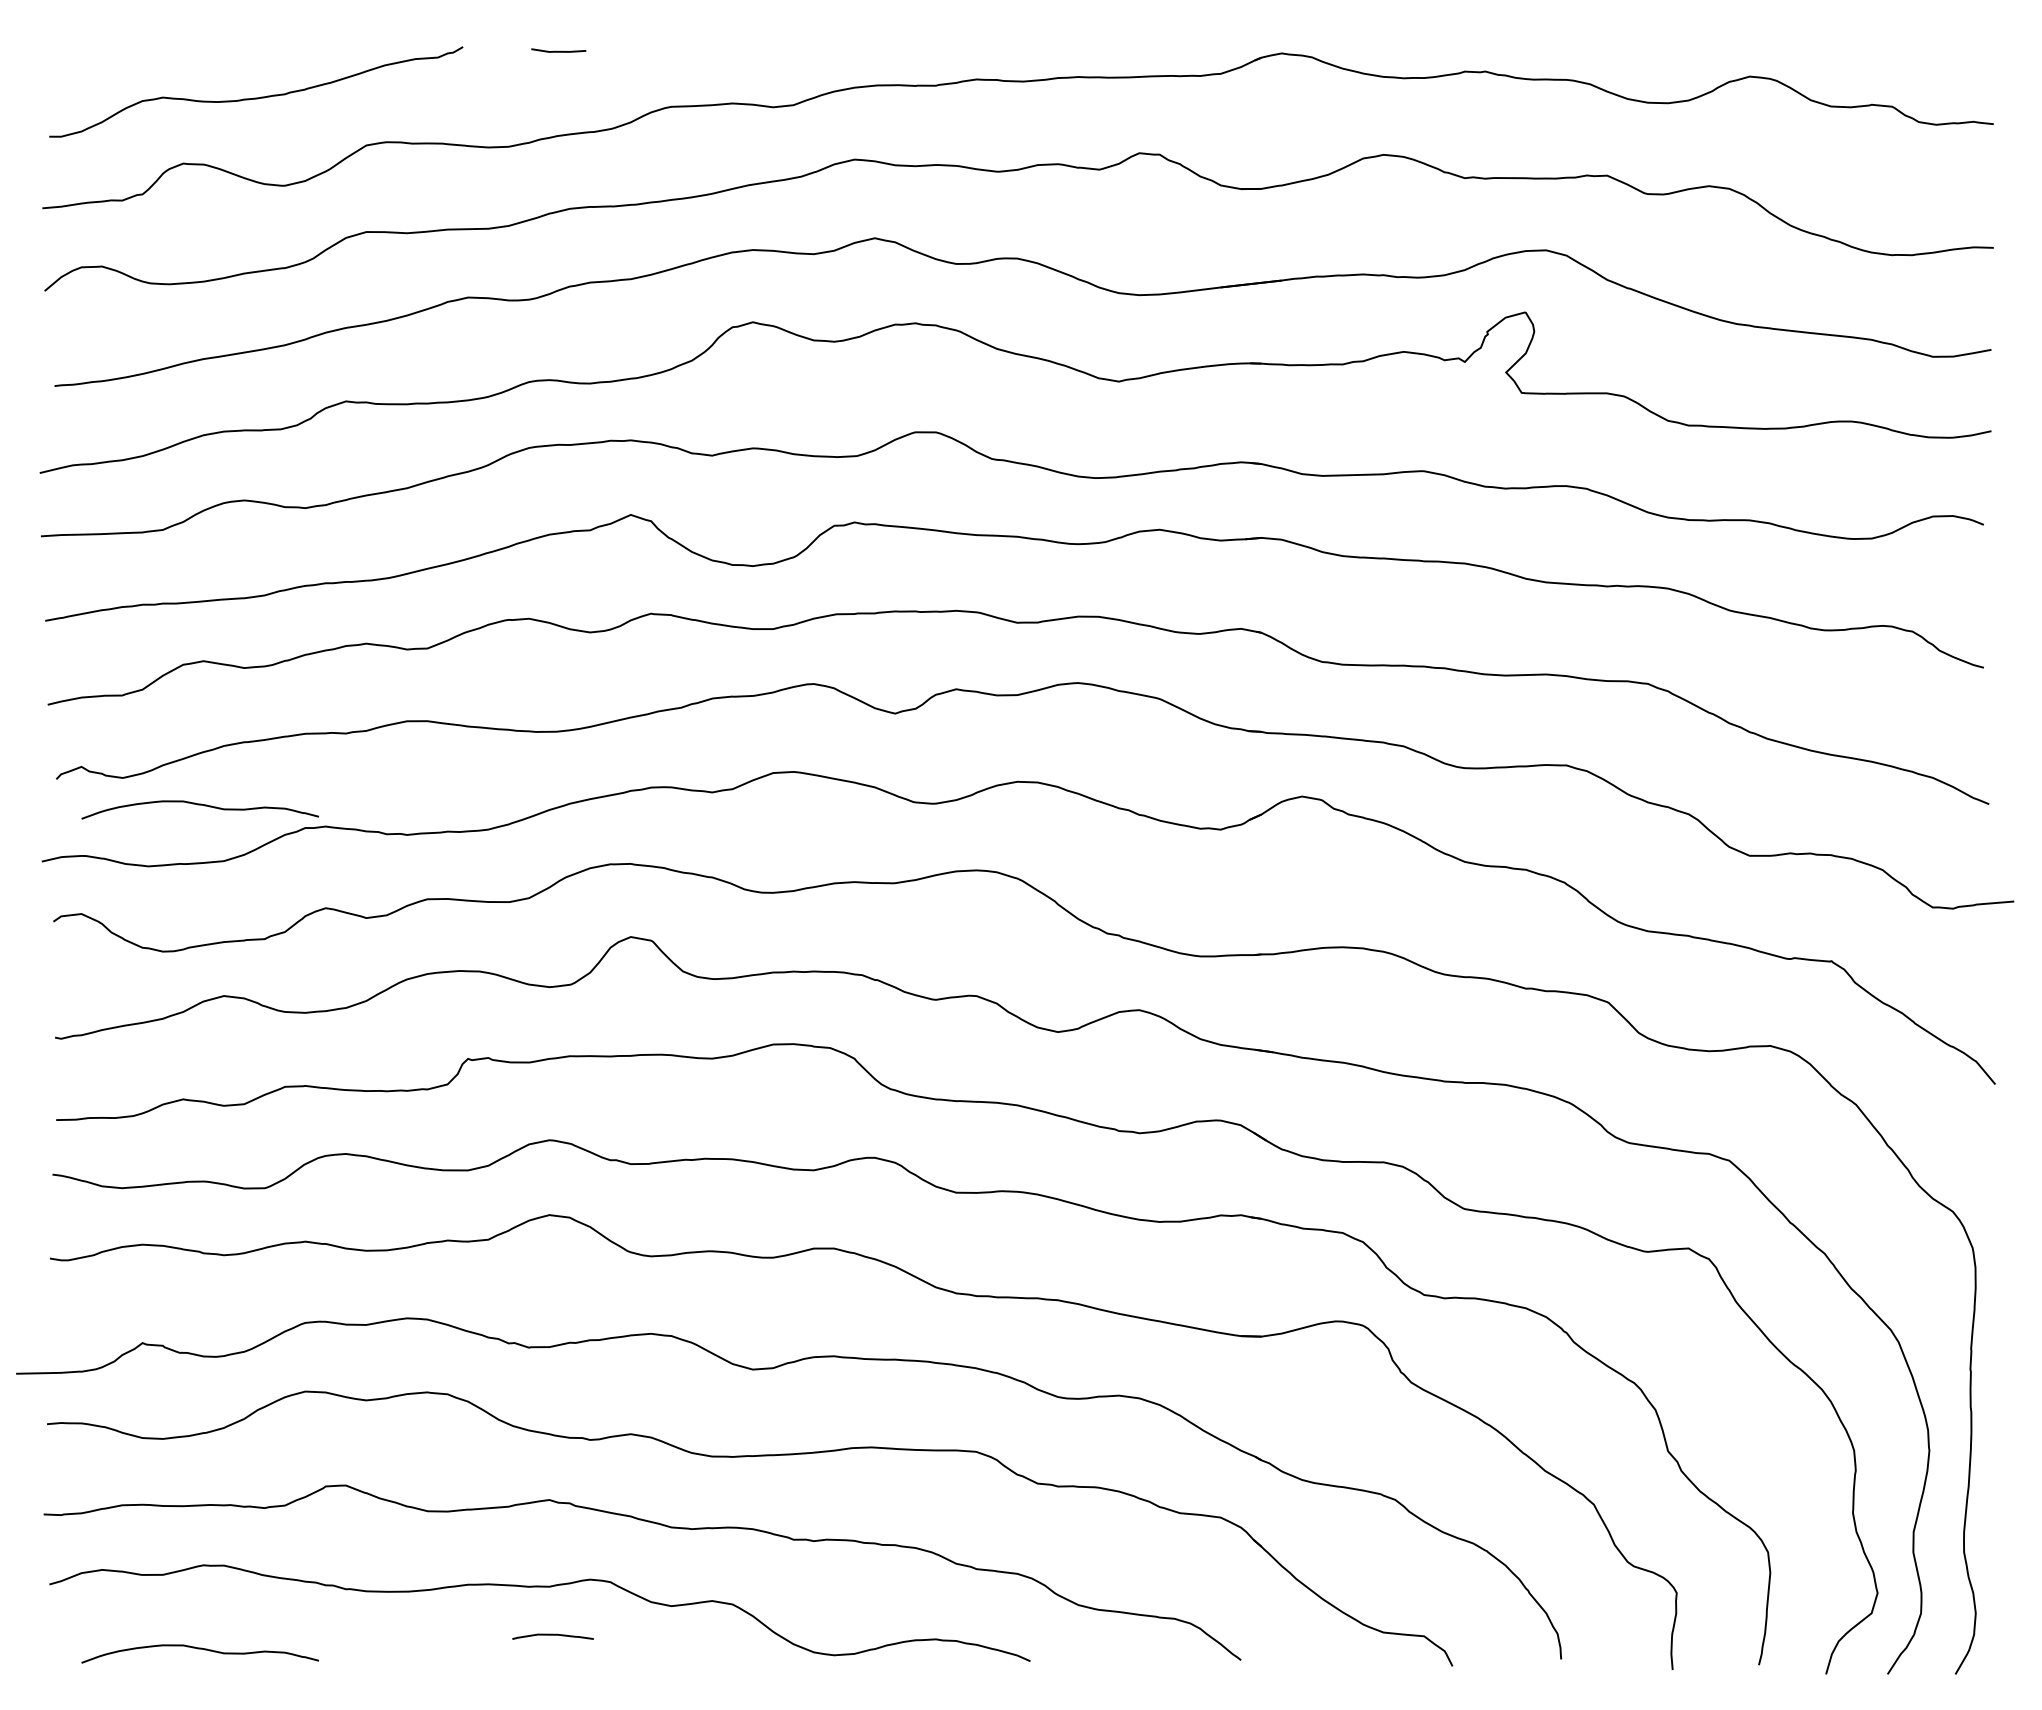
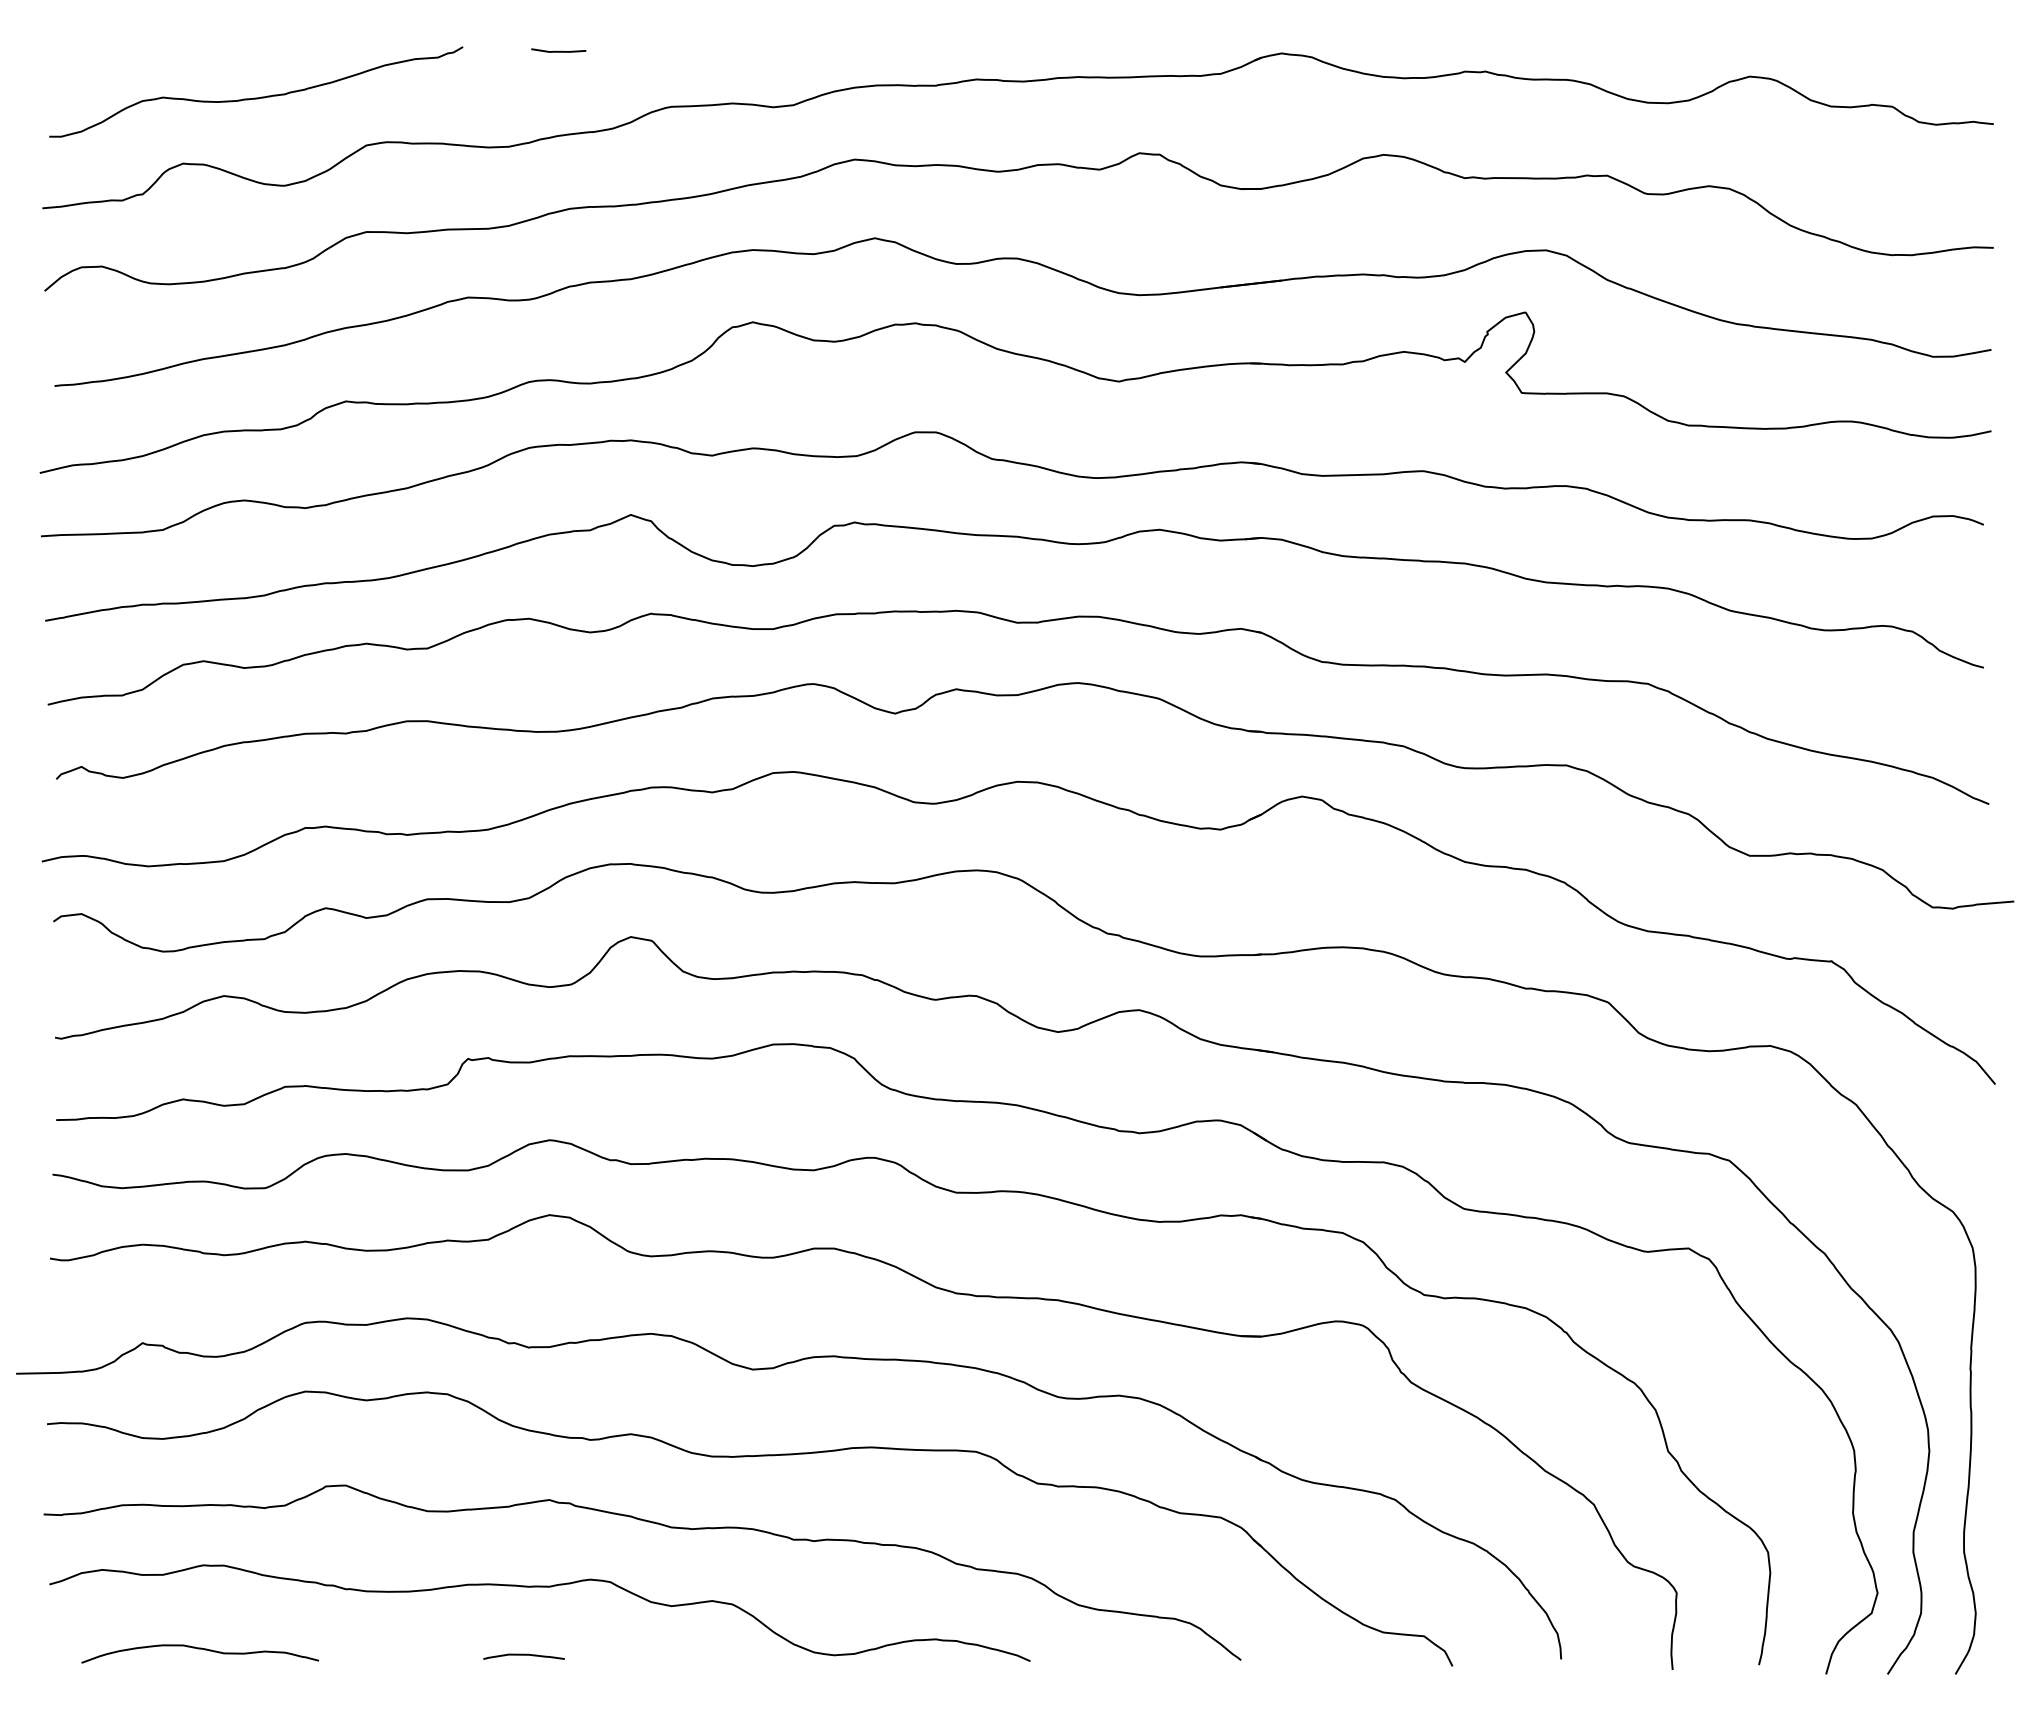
curve at (199, 805): present -> none
curve at (552, 1635) position: (552, 1635) -> (523, 1655)
